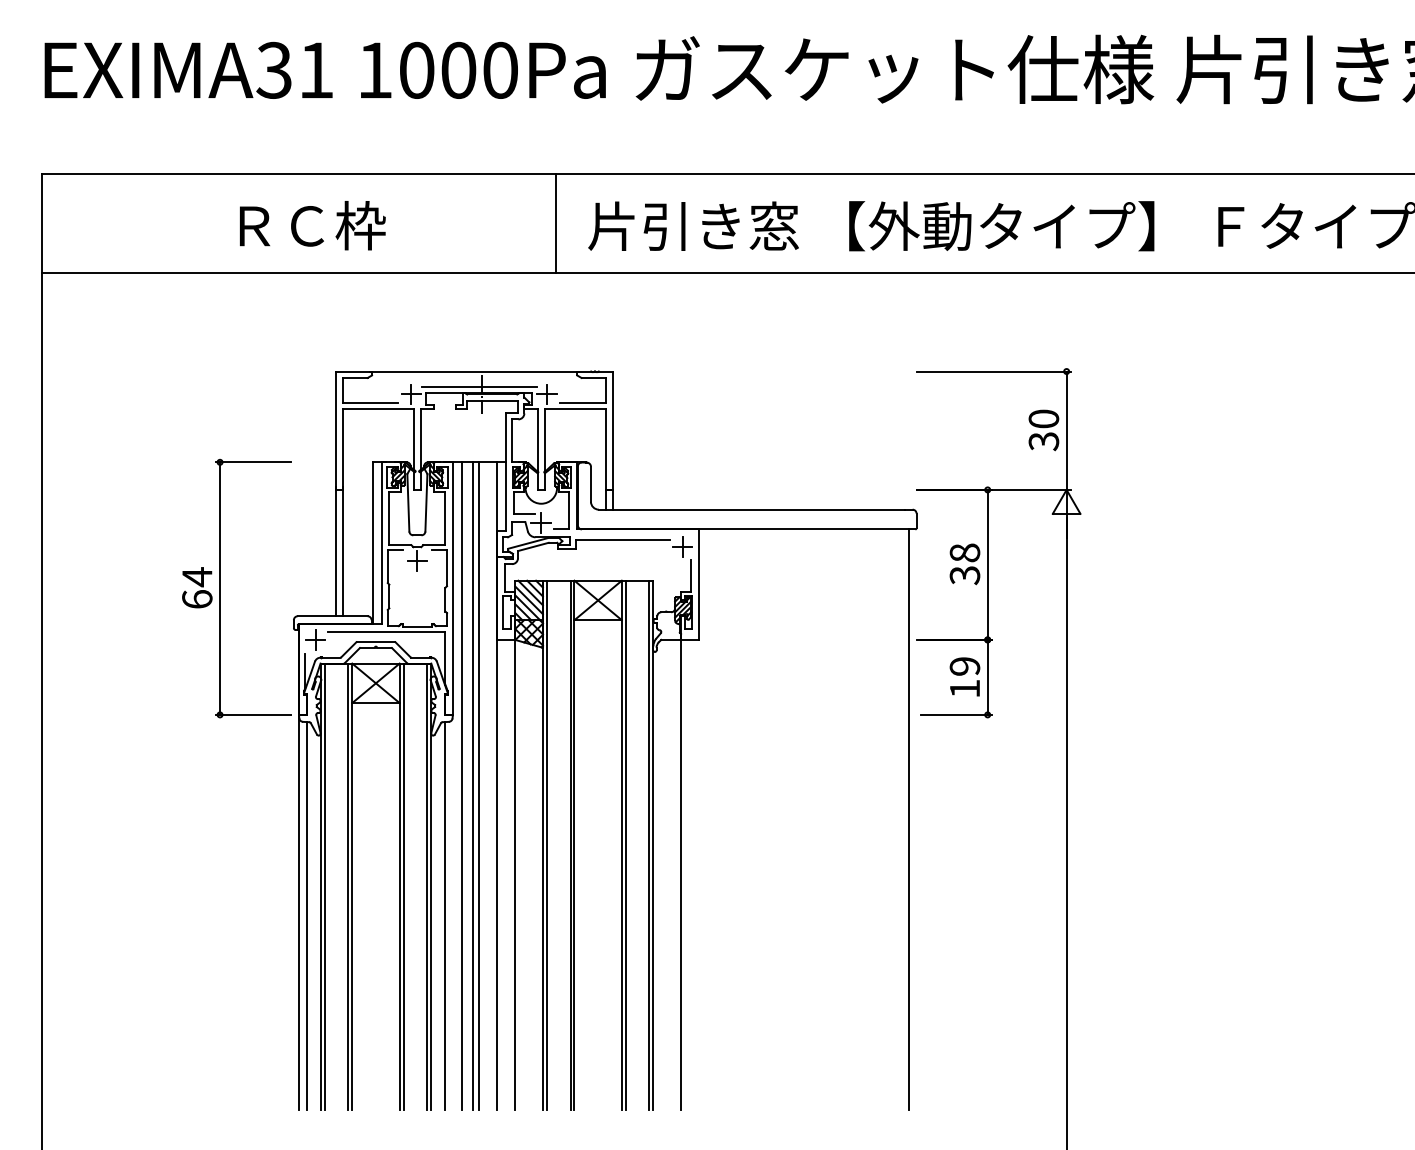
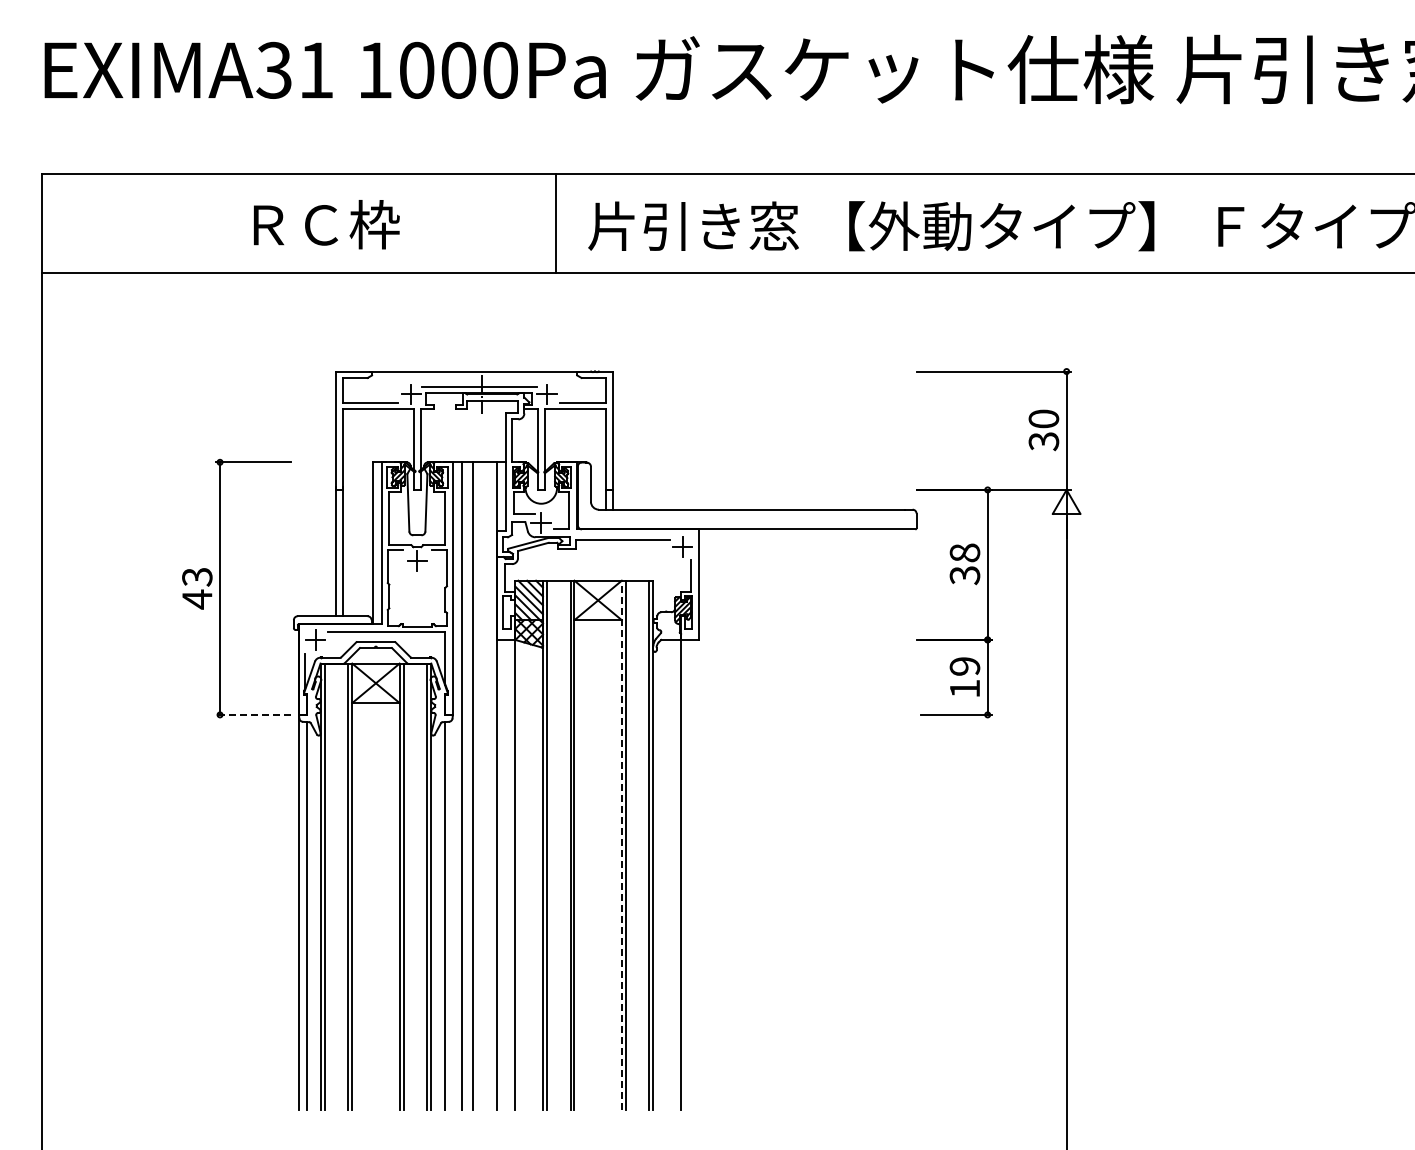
text at (312, 225) position: (312, 225) -> (326, 224)
text at (197, 588): 64 -> 43
line at (253, 714): solid -> dashed
line at (479, 785): present -> none
line at (908, 819): present -> none
line at (621, 845): solid -> dashed
